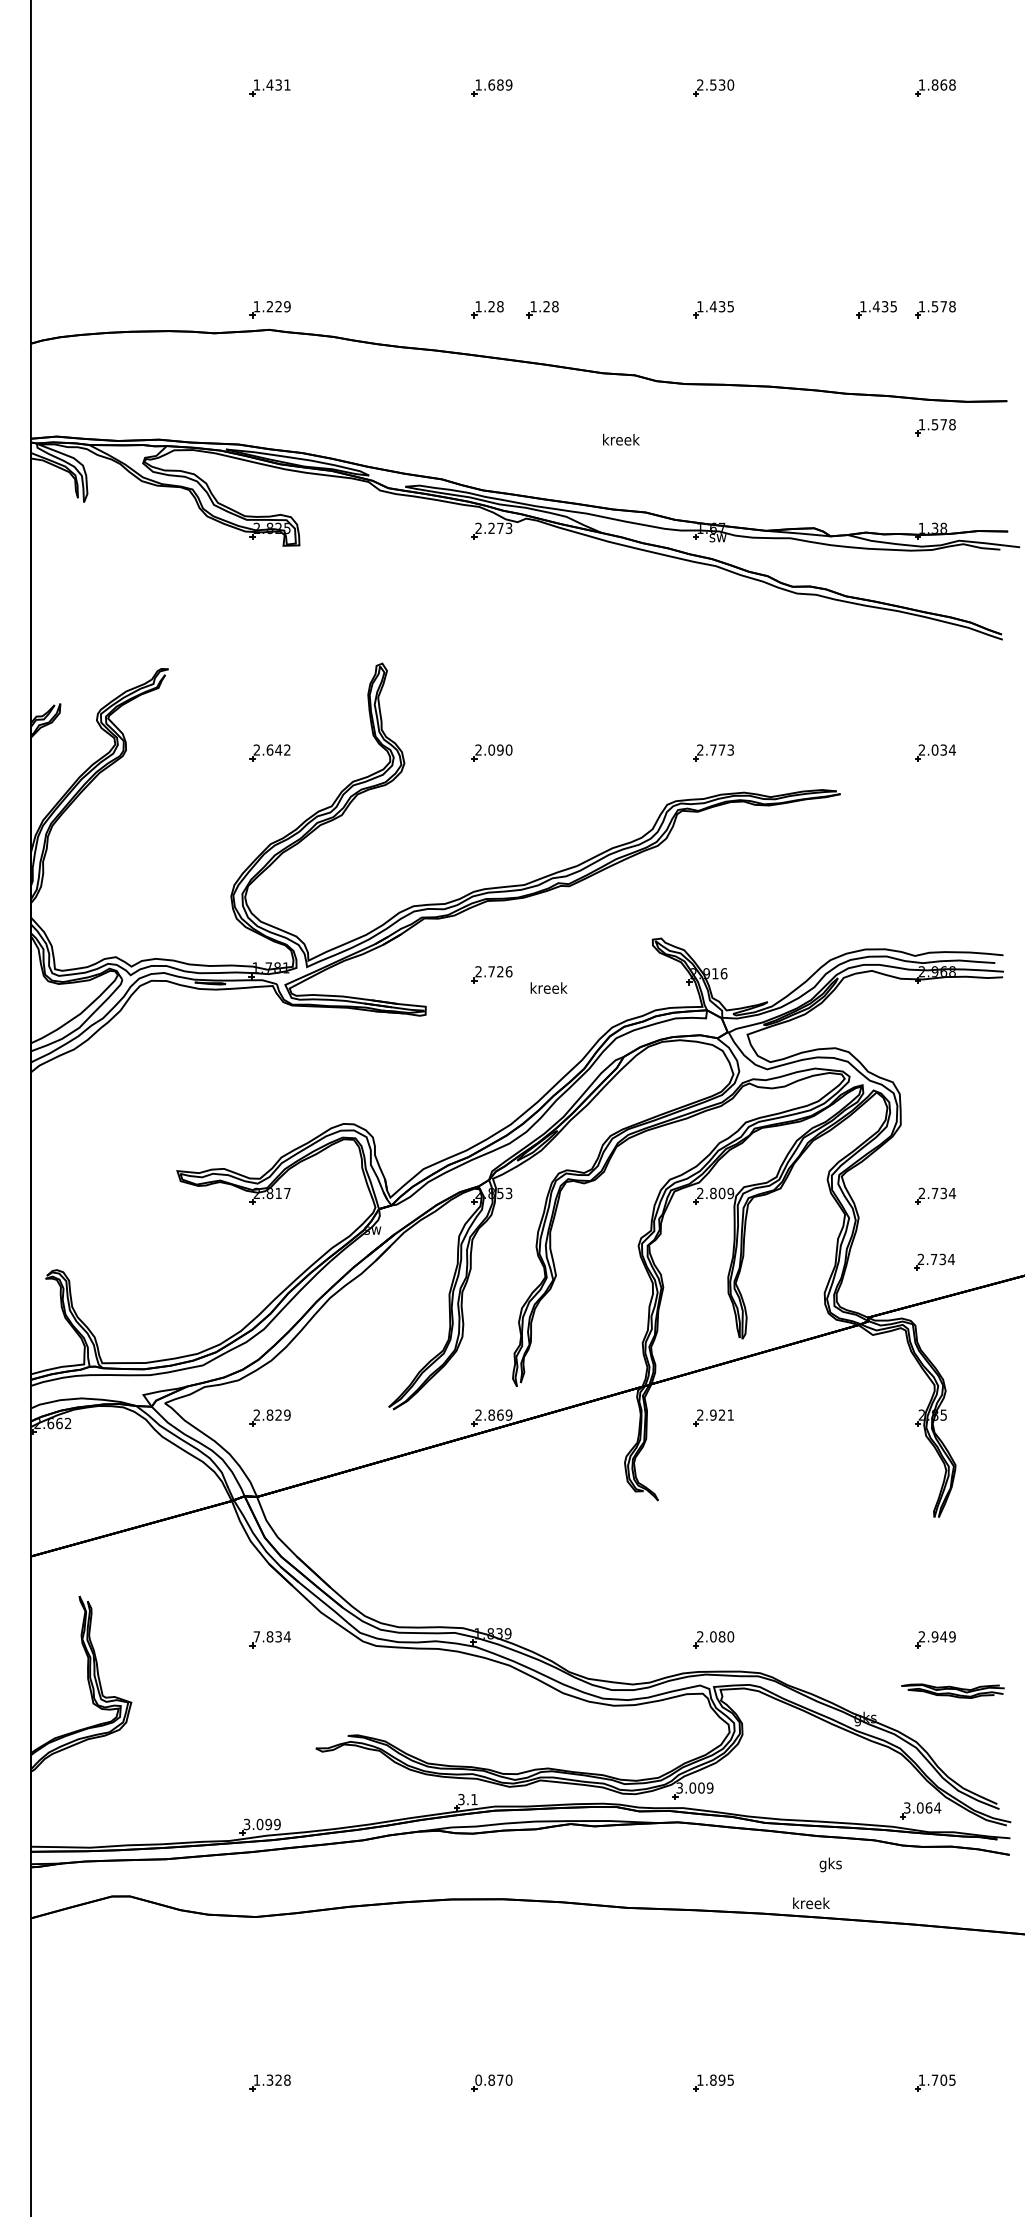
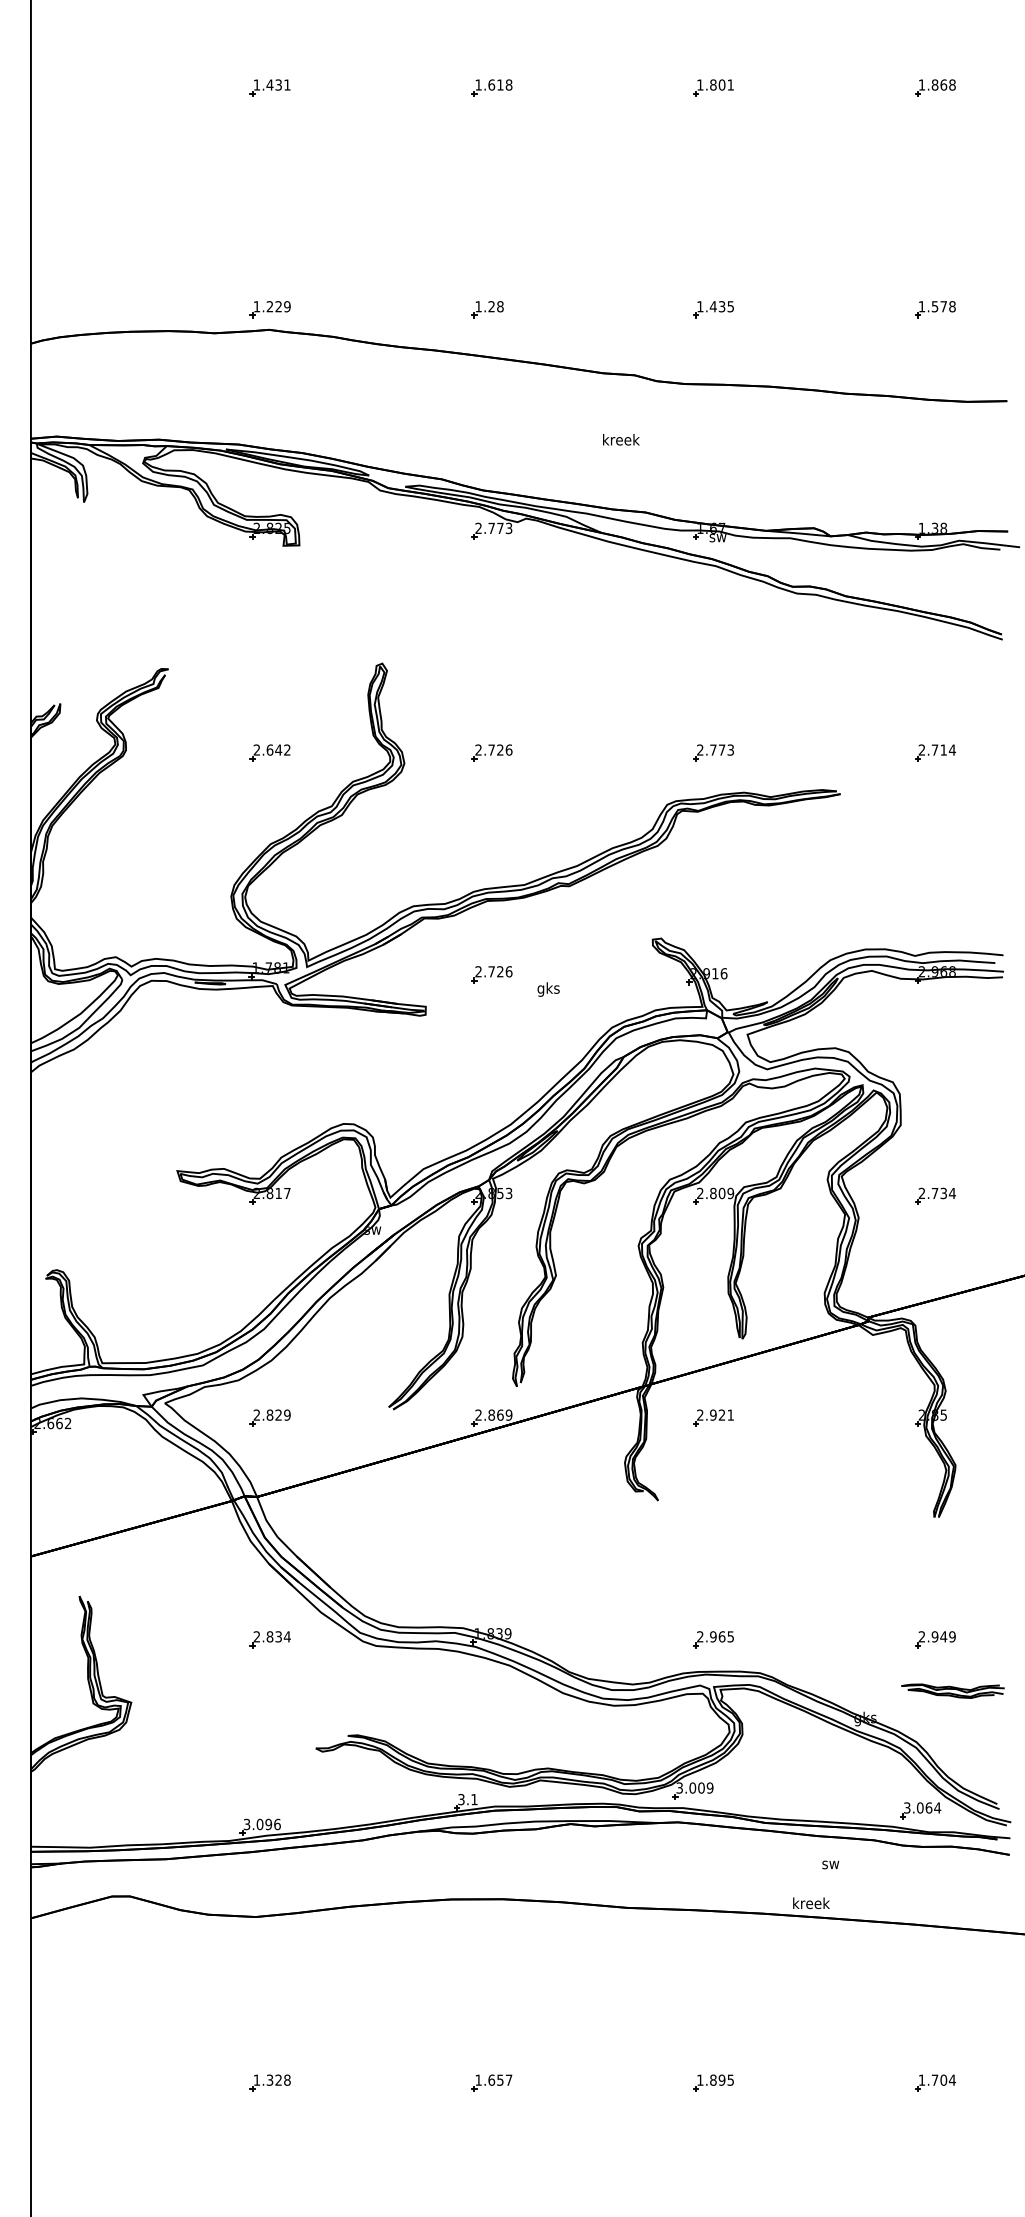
text at (504, 84): 1.689 -> 1.618
text at (715, 84): 2.530 -> 1.801
part at (542, 309): present -> none
part at (876, 309): present -> none
part at (935, 427): present -> none
text at (491, 527): 2.273 -> 2.773
text at (500, 749): 2.090 -> 2.726
text at (938, 749): 2.034 -> 2.714
text at (548, 989): kreek -> gks
part at (934, 1261): present -> none
text at (256, 1636): 7.834 -> 2.834
text at (722, 1636): 2.080 -> 2.965
text at (277, 1824): 3.099 -> 3.096
text at (830, 1864): gks -> sw
text at (493, 2079): 0.870 -> 1.657
text at (952, 2079): 1.705 -> 1.704
